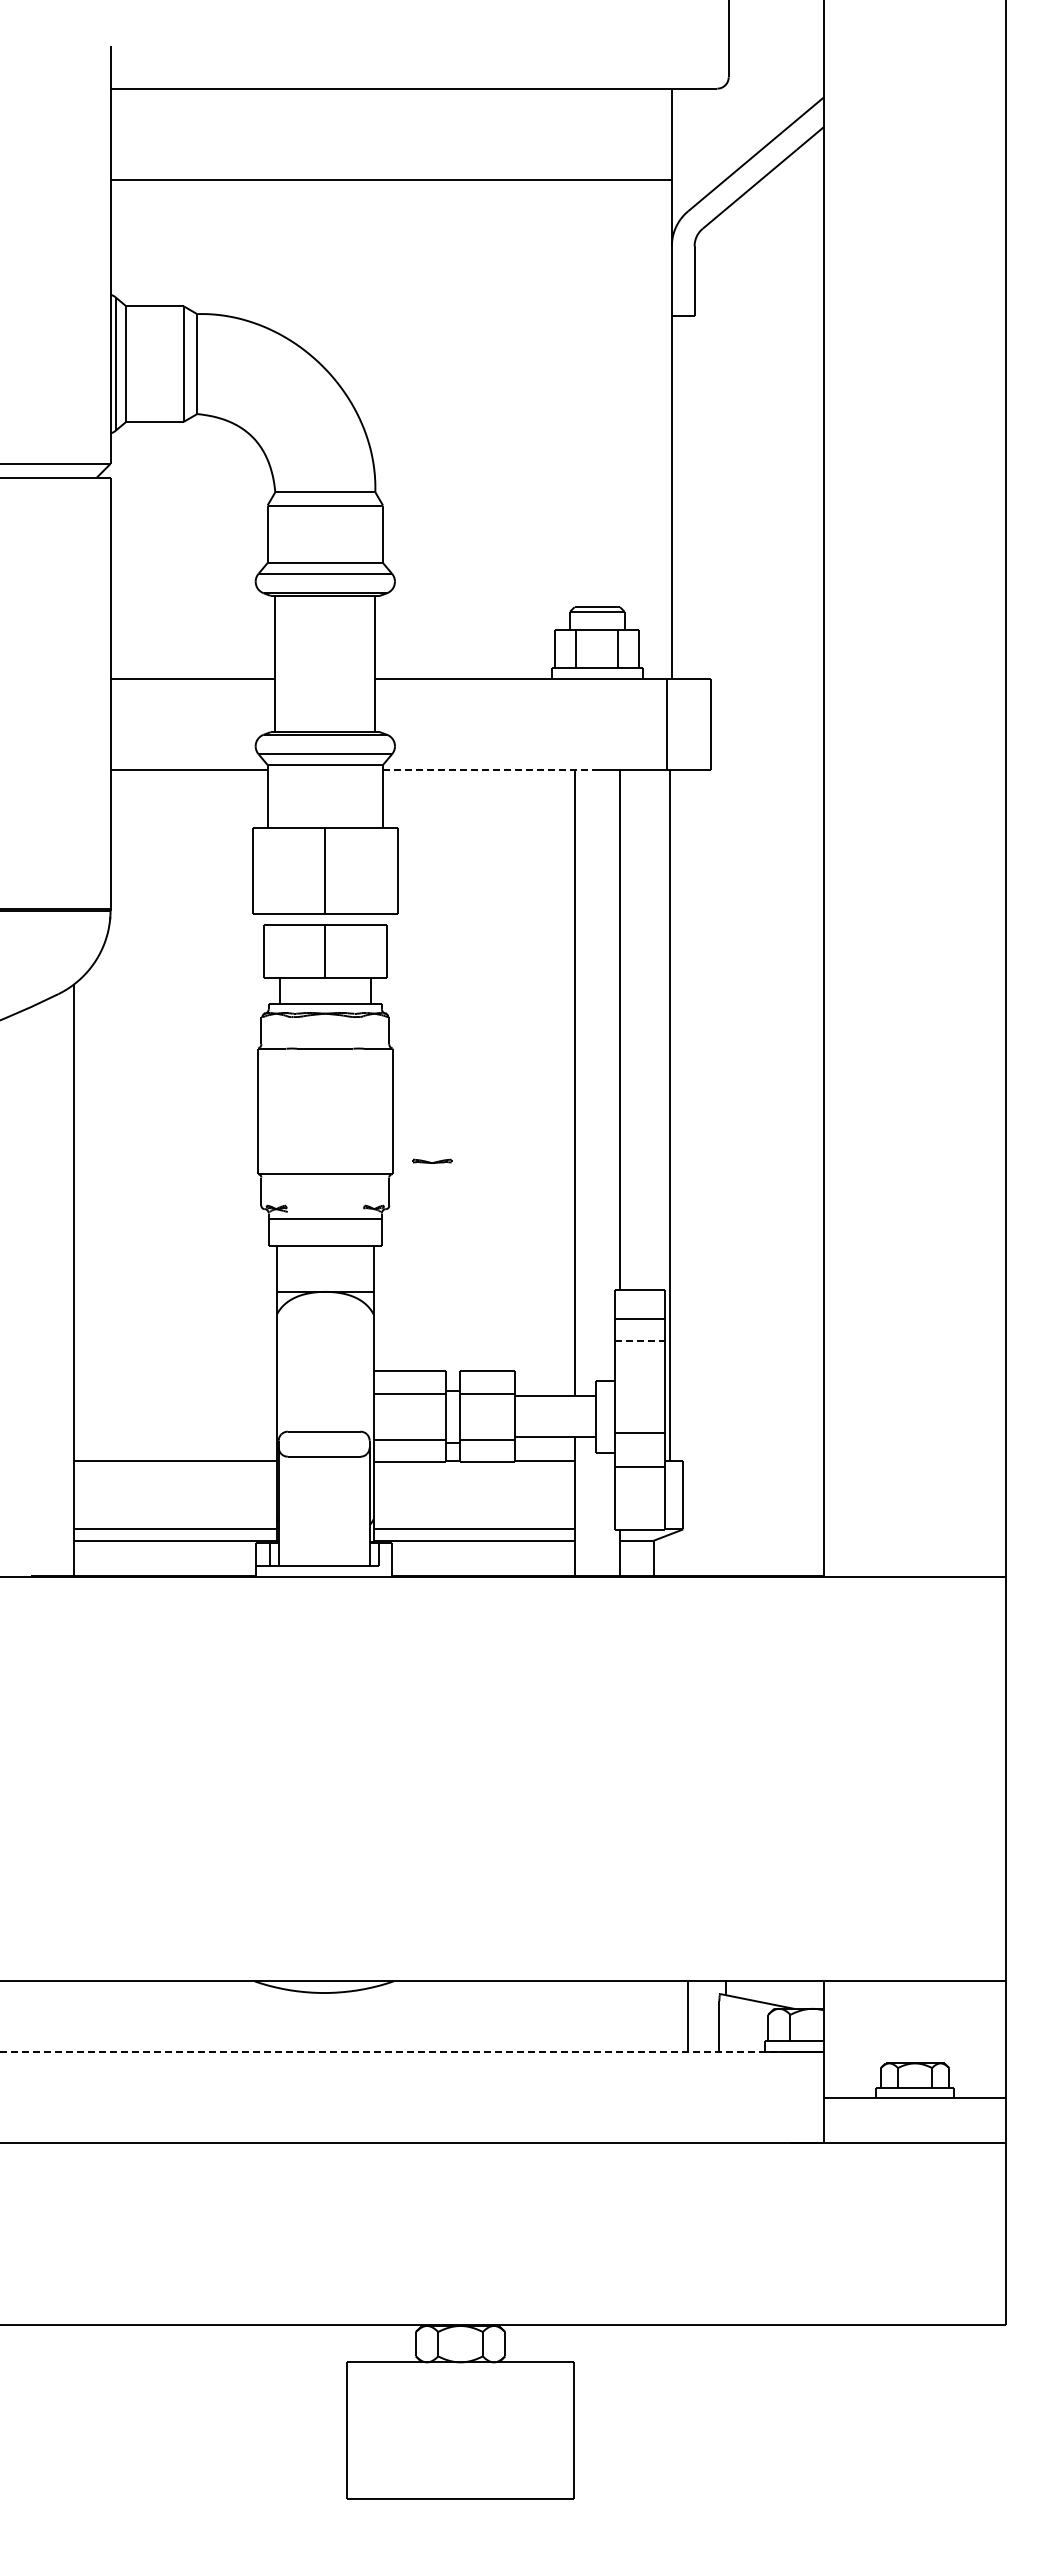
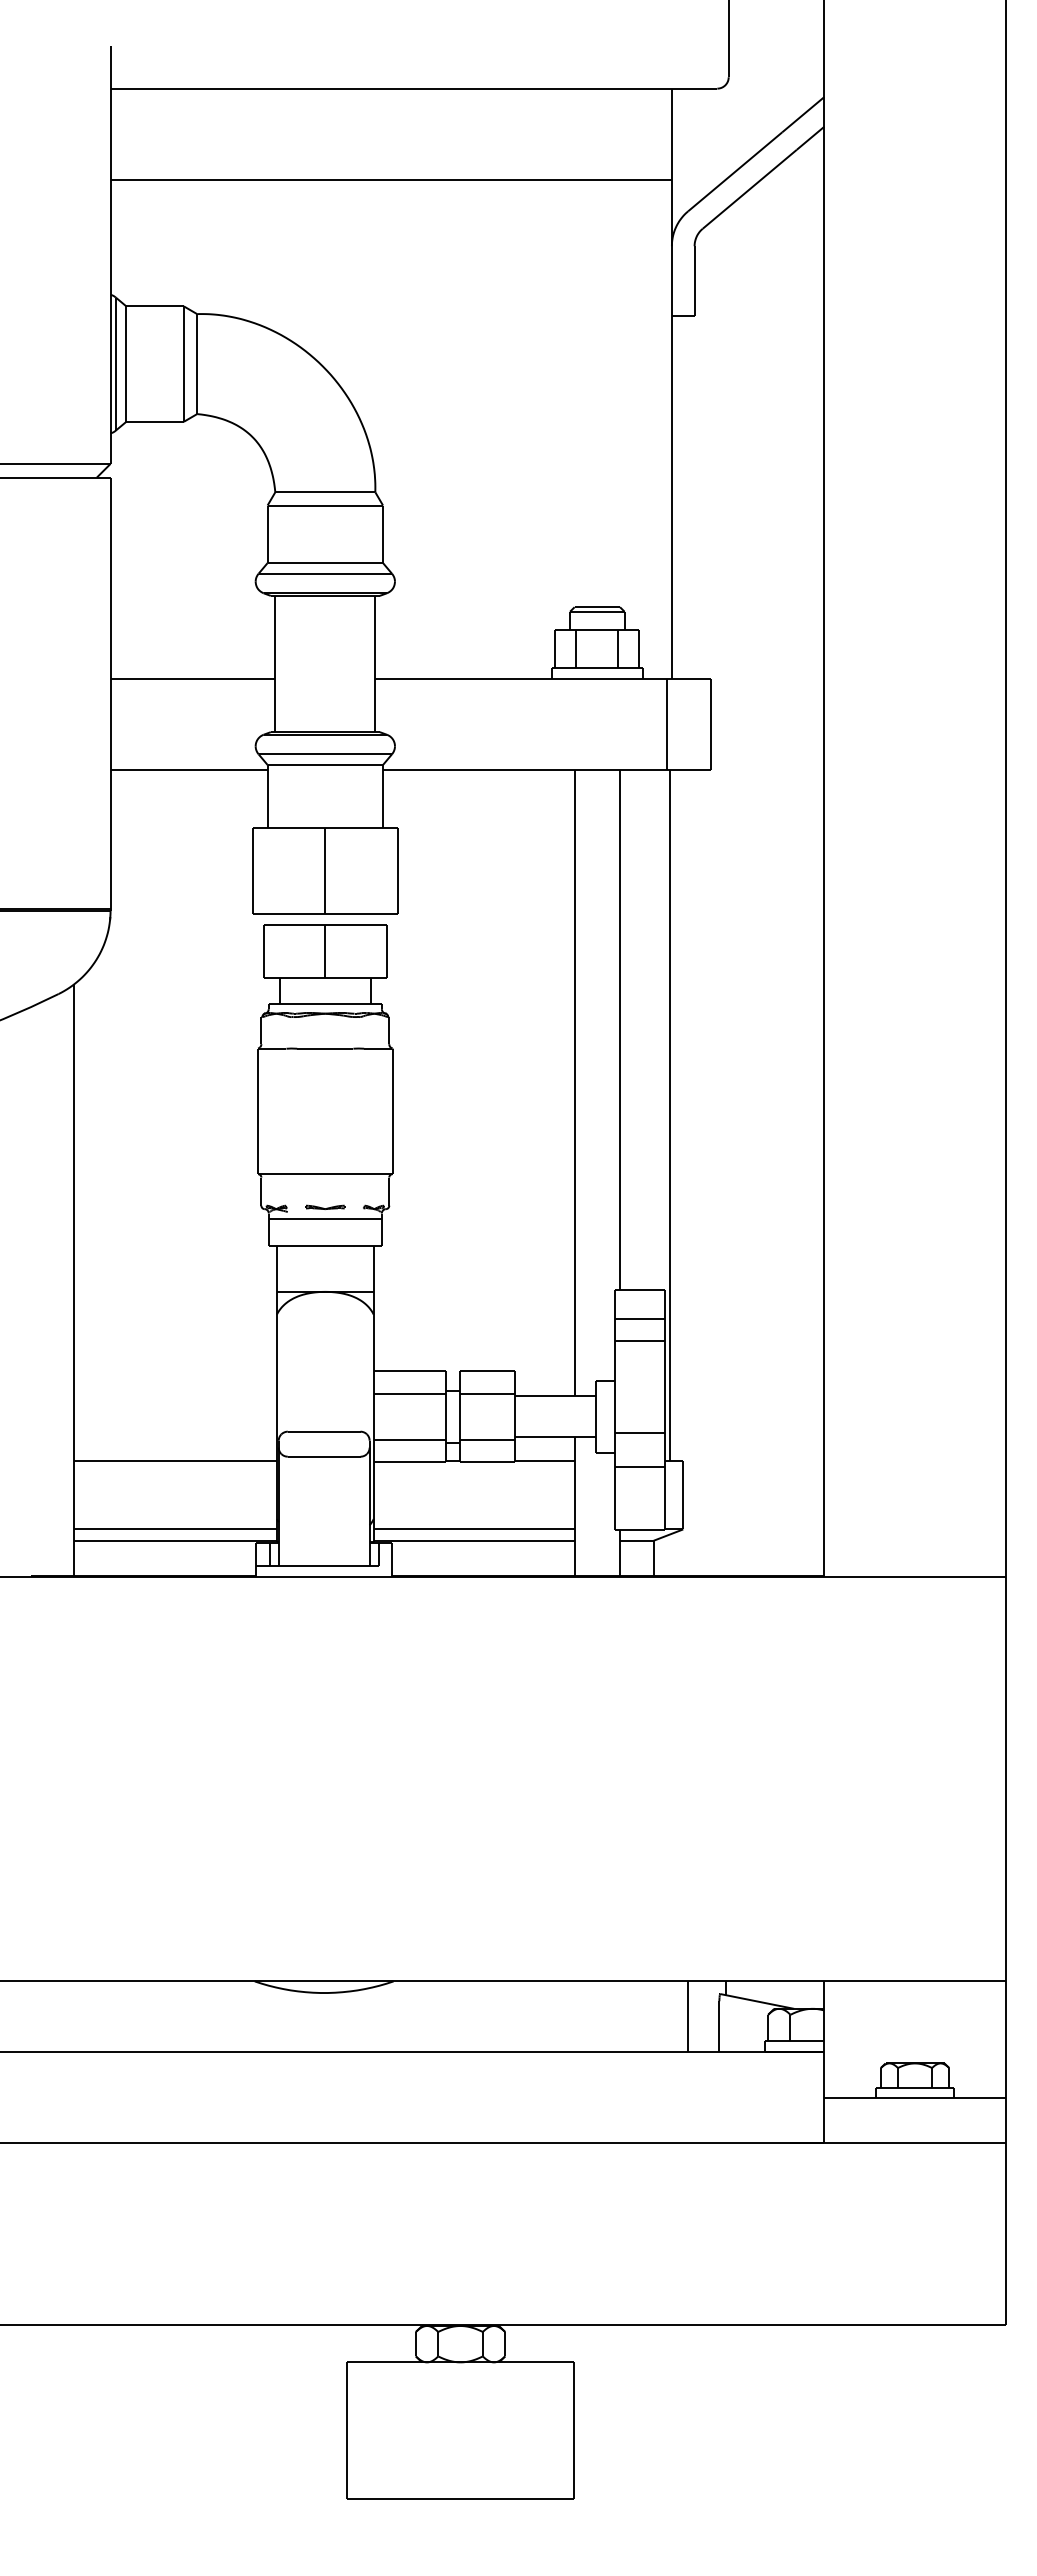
line at (488, 770): dashed -> solid
part at (432, 1160) position: (432, 1160) -> (325, 1206)
line at (639, 1340): dashed -> solid
line at (393, 2052): dashed -> solid
